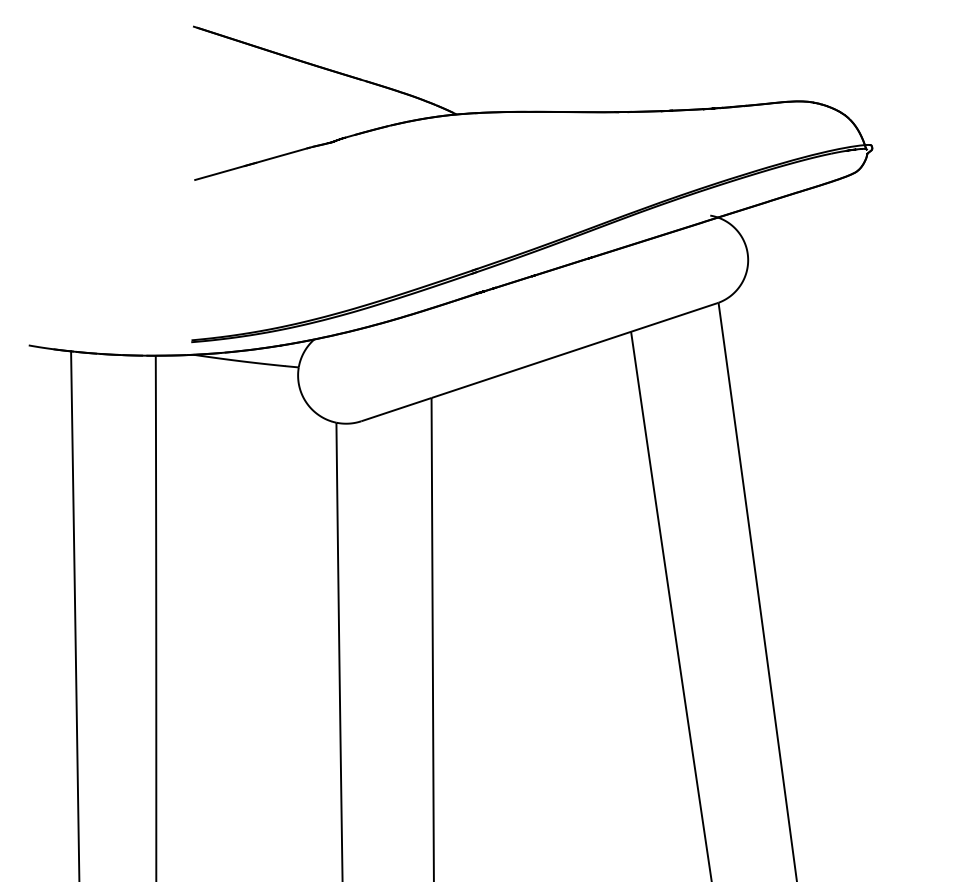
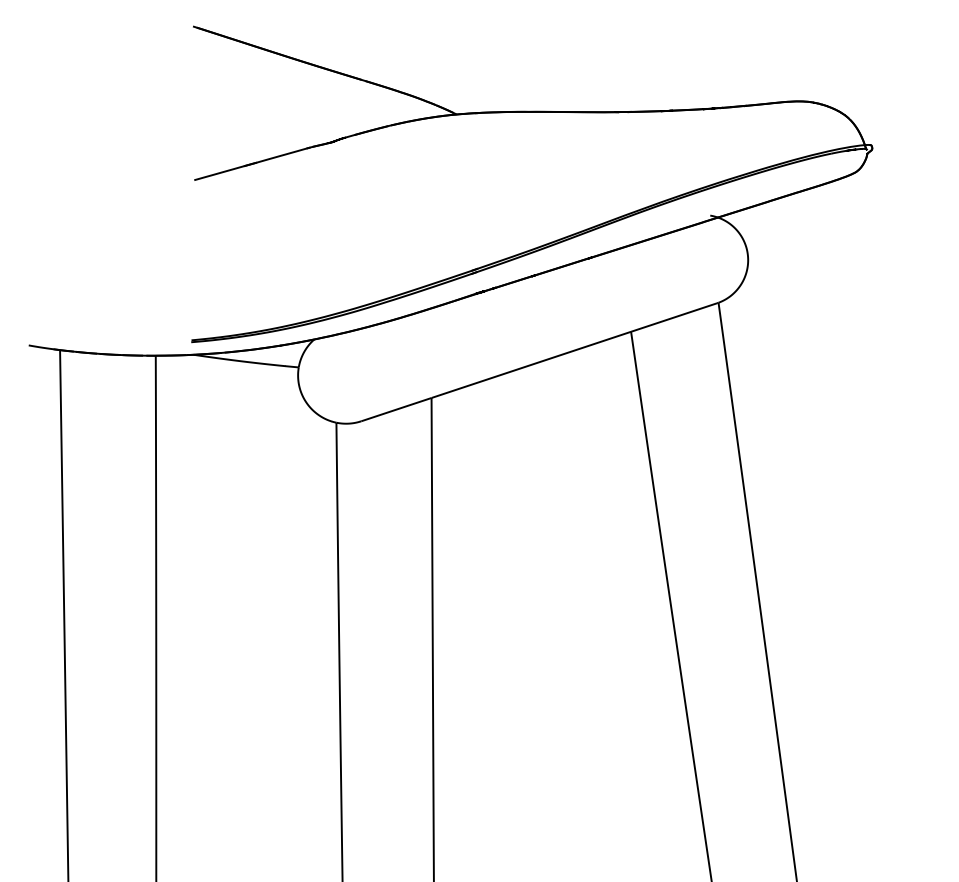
line at (75, 614) position: (75, 614) -> (64, 614)
